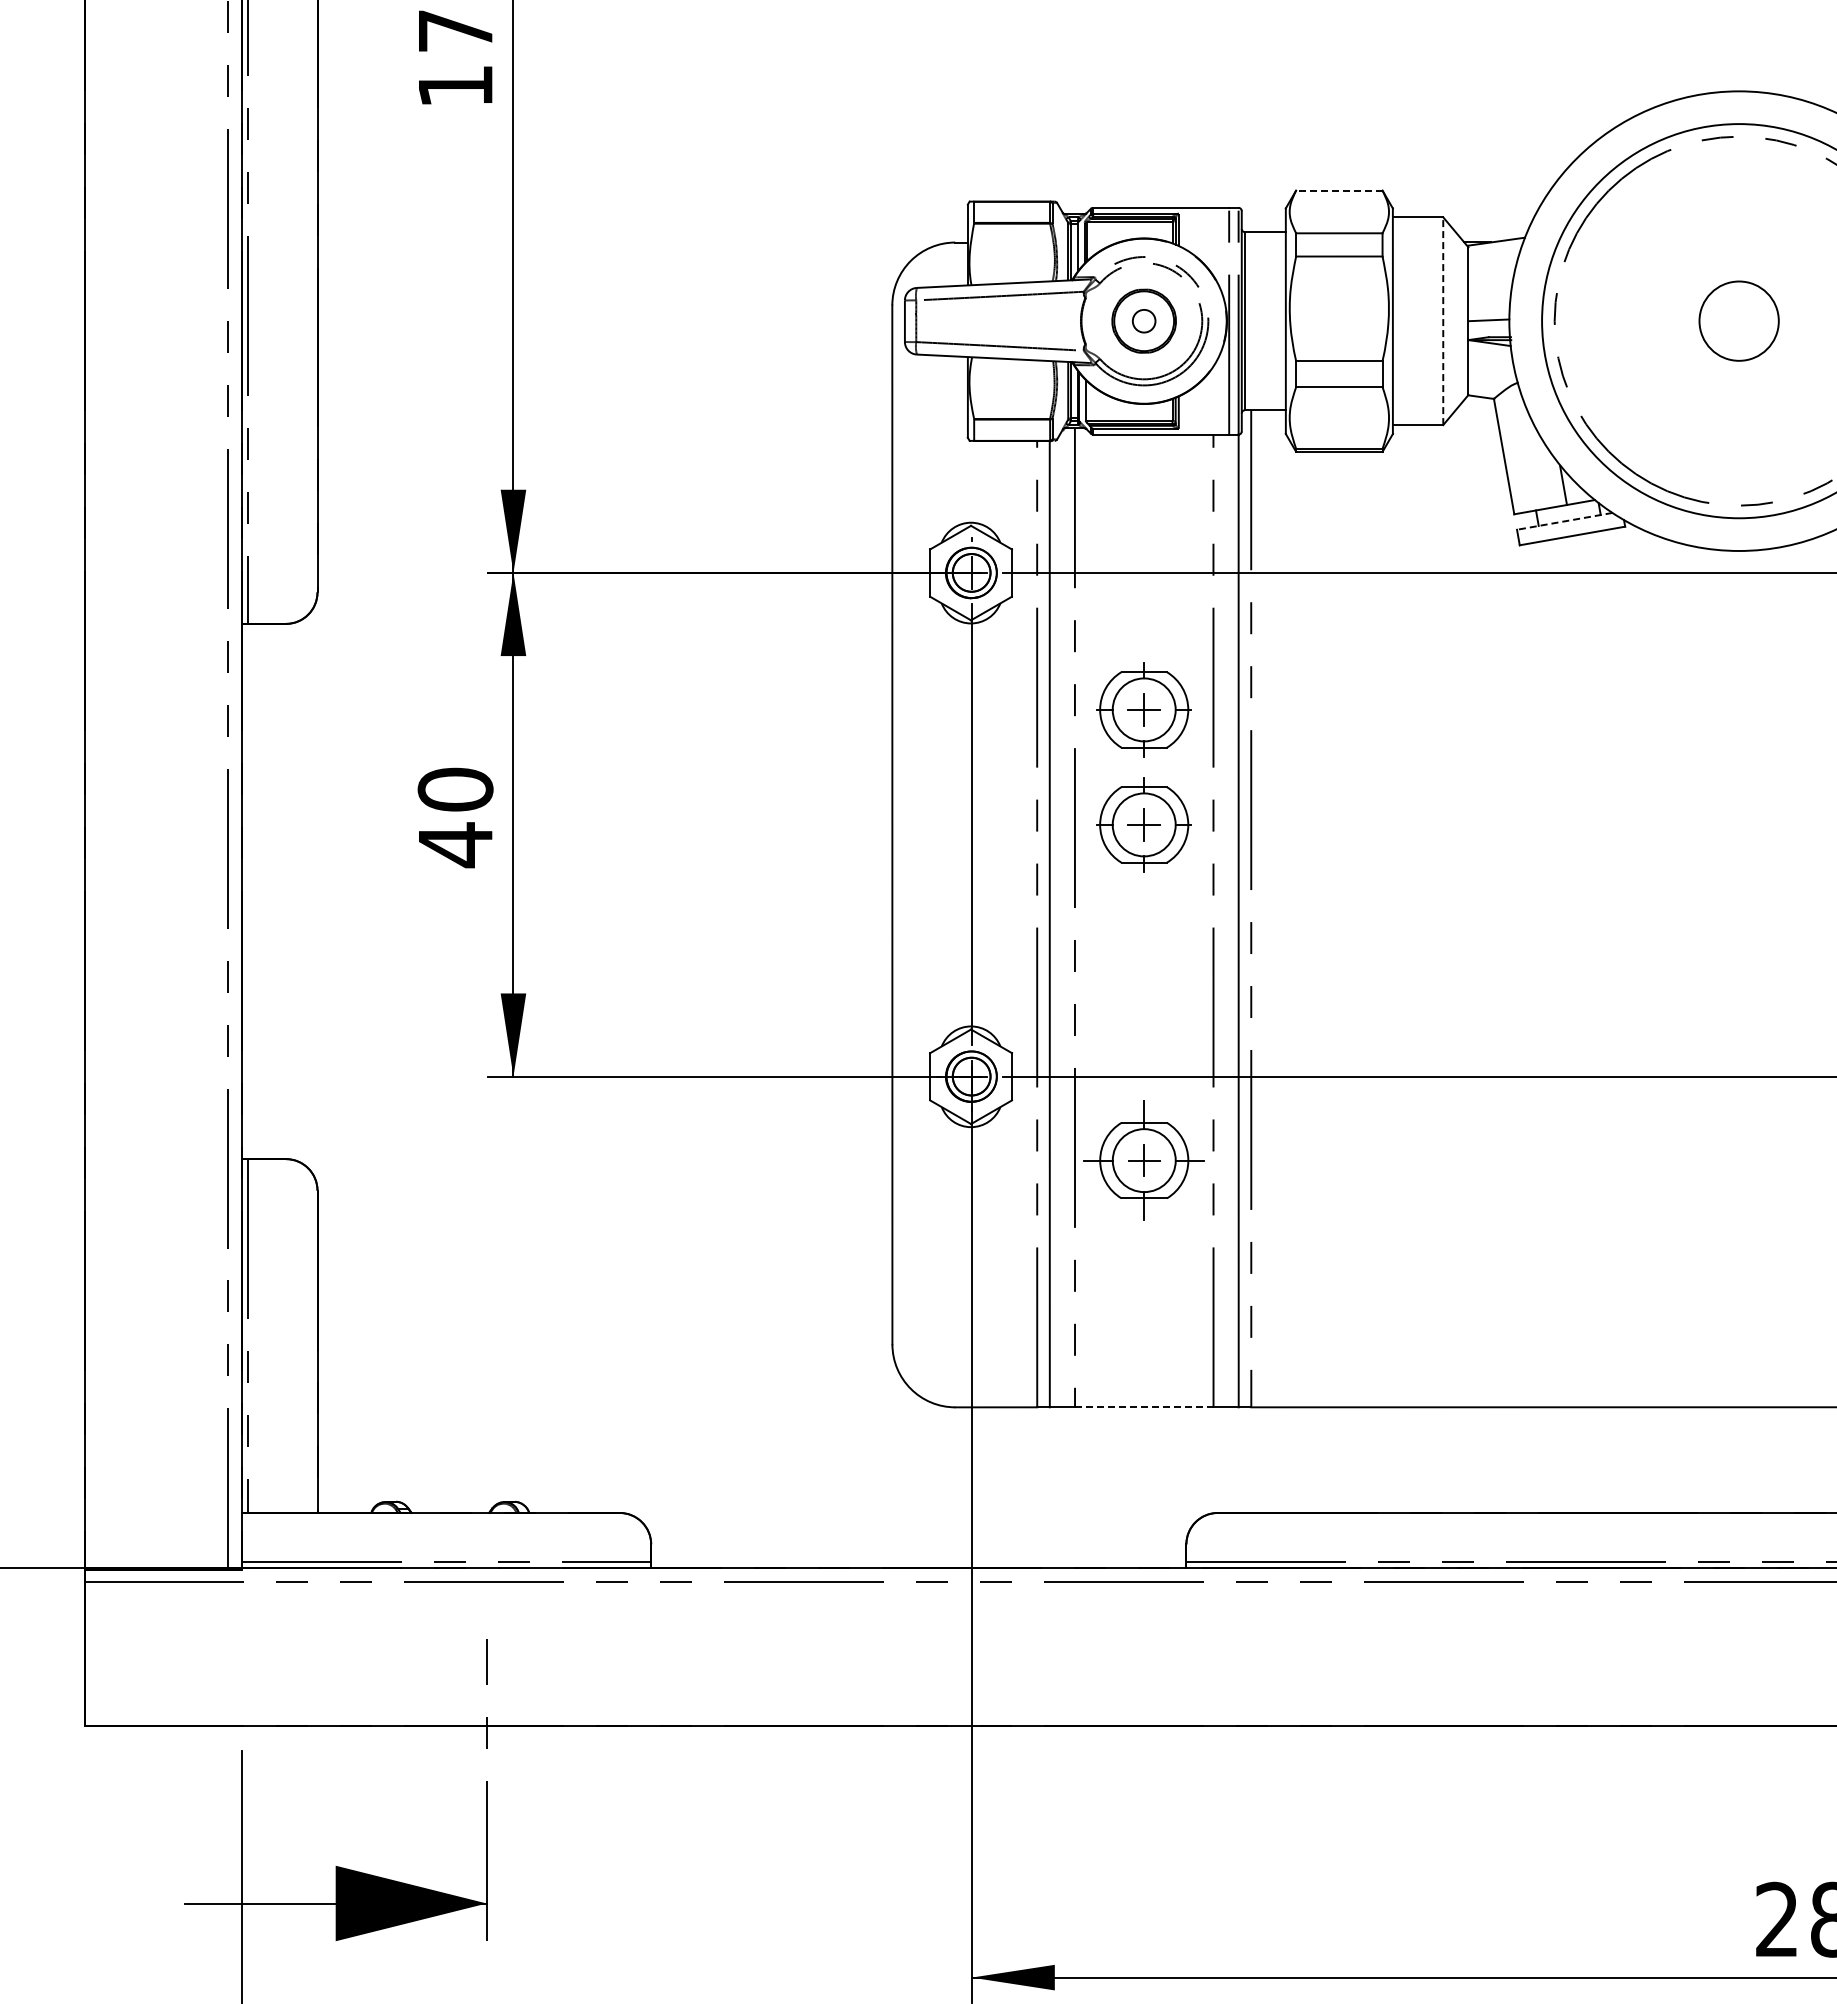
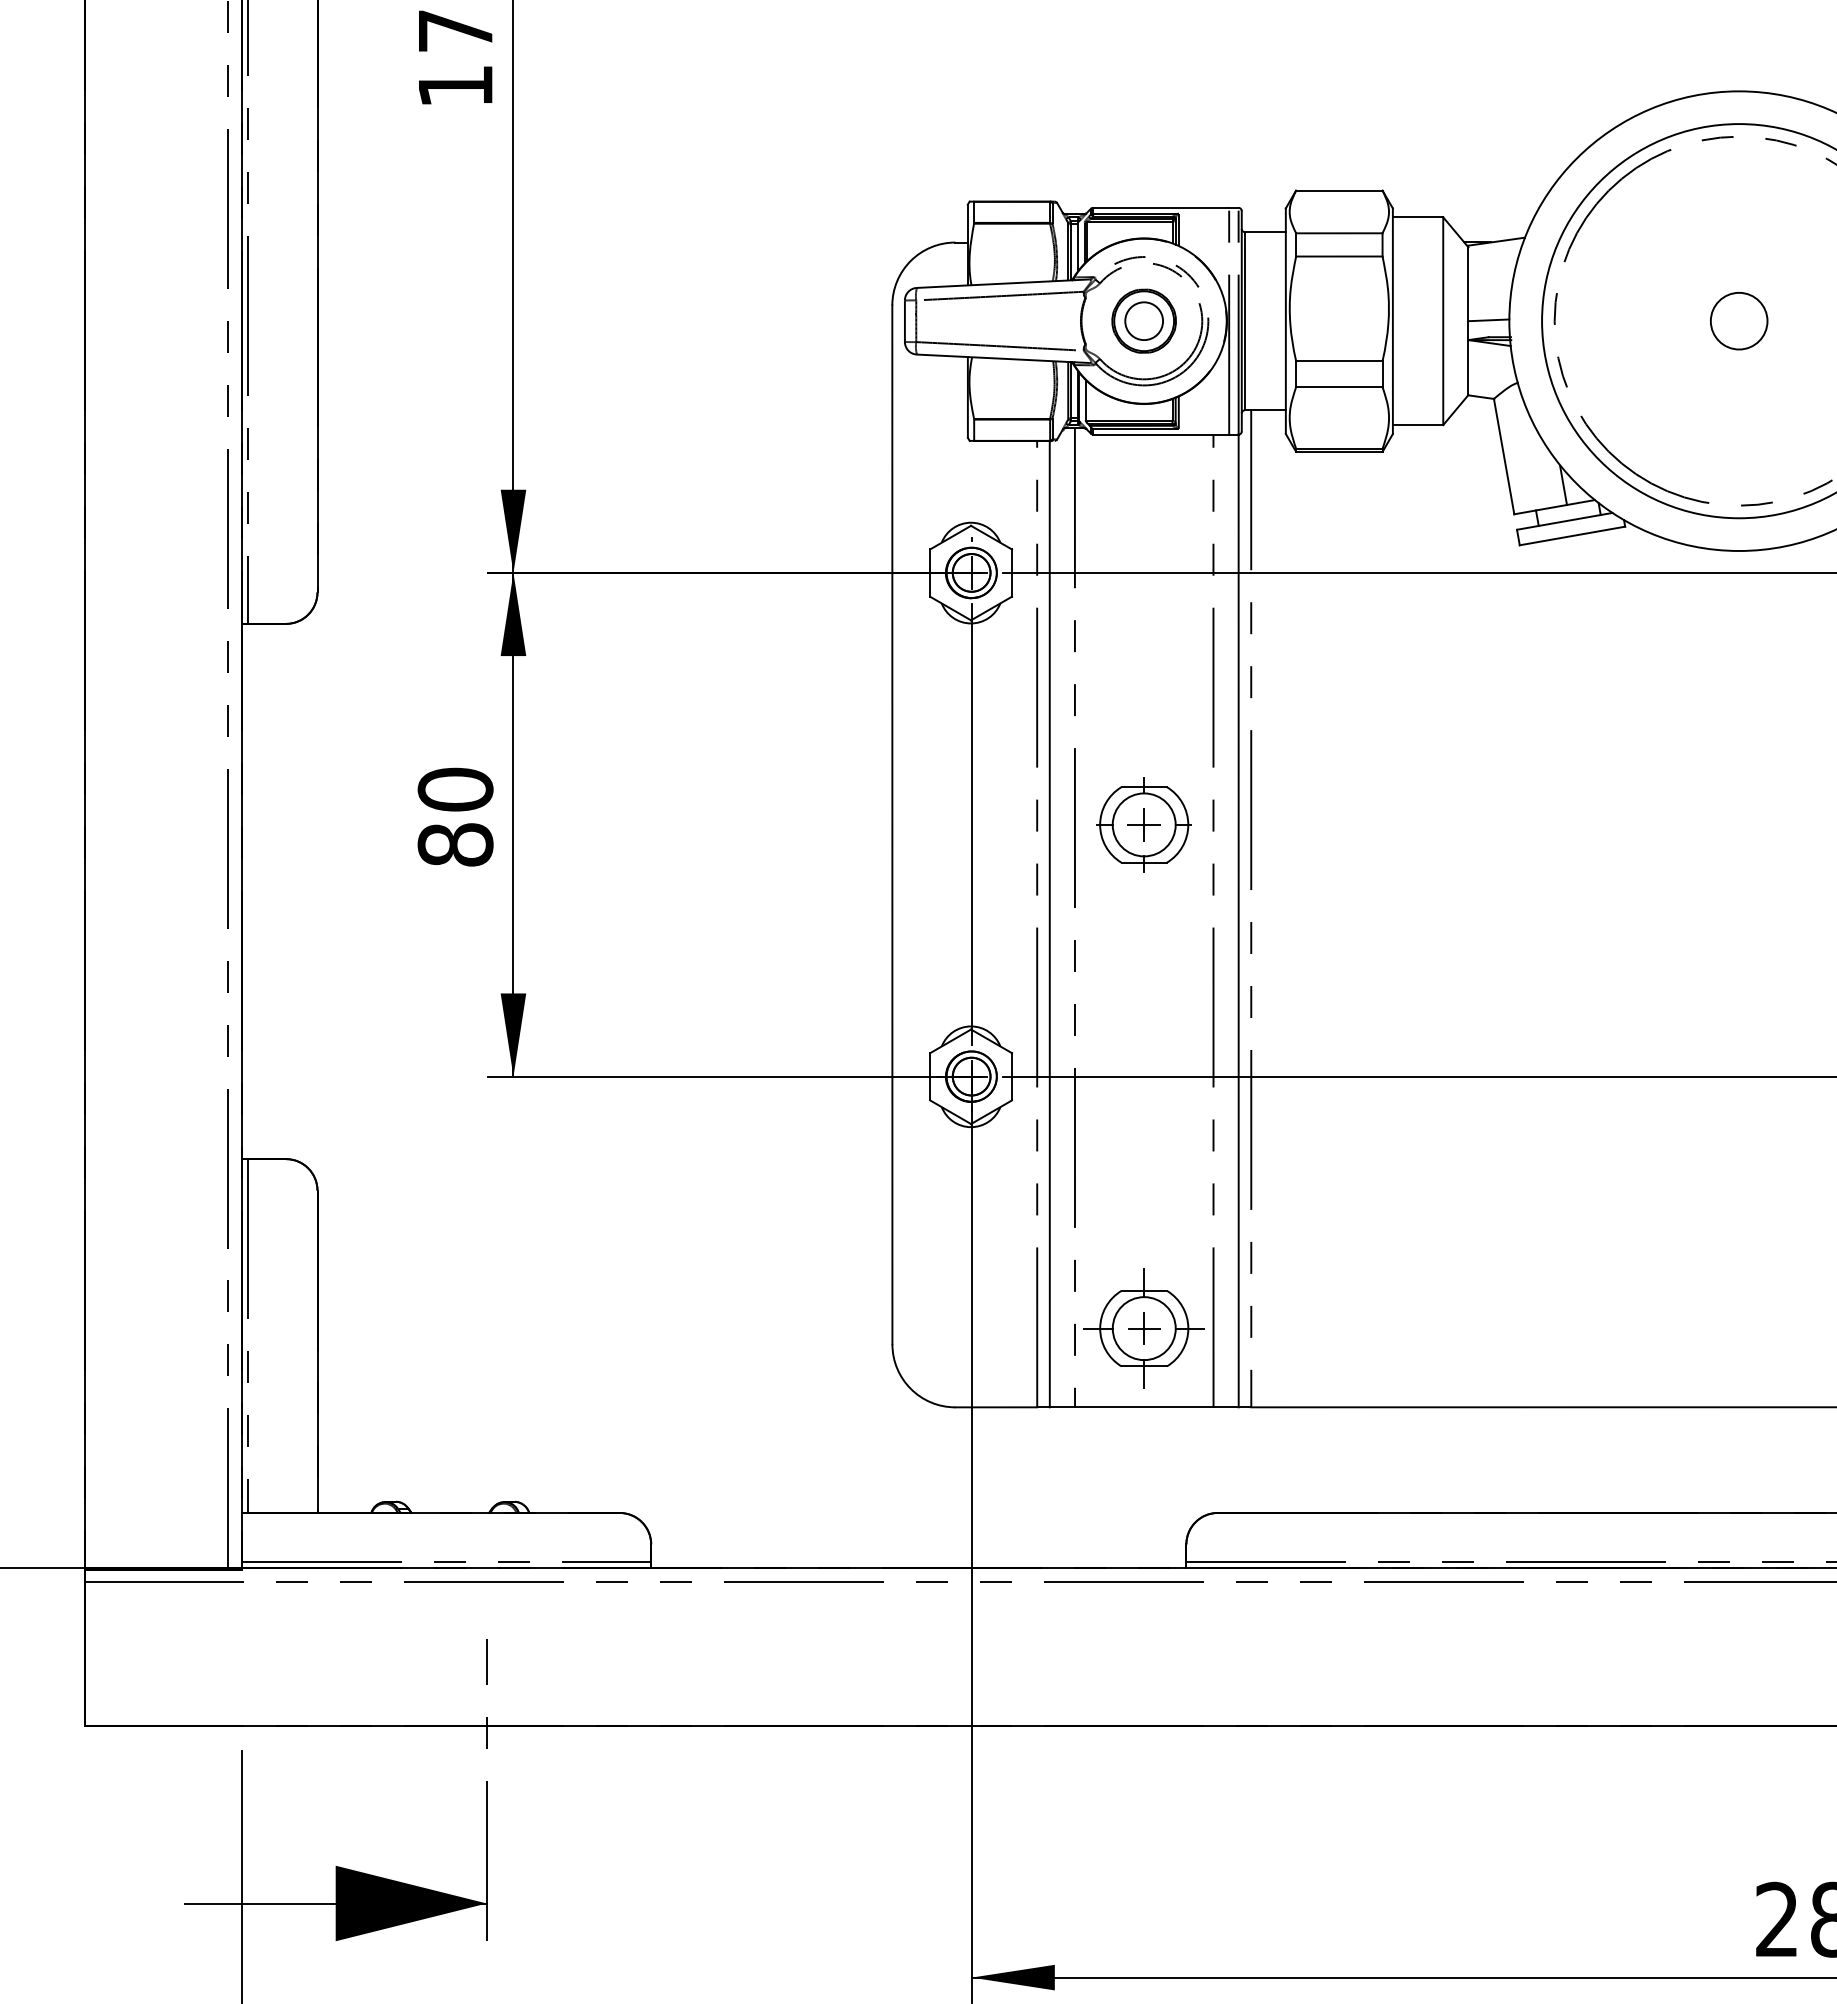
line at (1338, 190): dashed -> solid
circle at (1143, 320) diameter: 23 px -> 38 px
circle at (1738, 320) diameter: 79 px -> 57 px
line at (1443, 321): dashed -> solid
line at (1564, 521): dashed -> solid
part at (1143, 709): present -> none
text at (455, 845): 40 -> 80
part at (1143, 1160) position: (1143, 1160) -> (1143, 1328)
line at (1143, 1407): dashed -> solid
